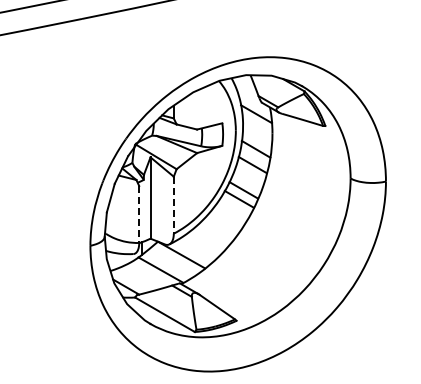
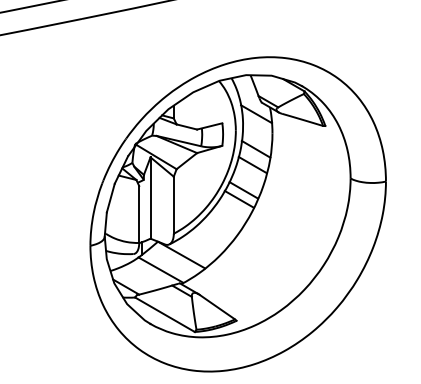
line at (173, 205): dashed -> solid
line at (139, 215): dashed -> solid
